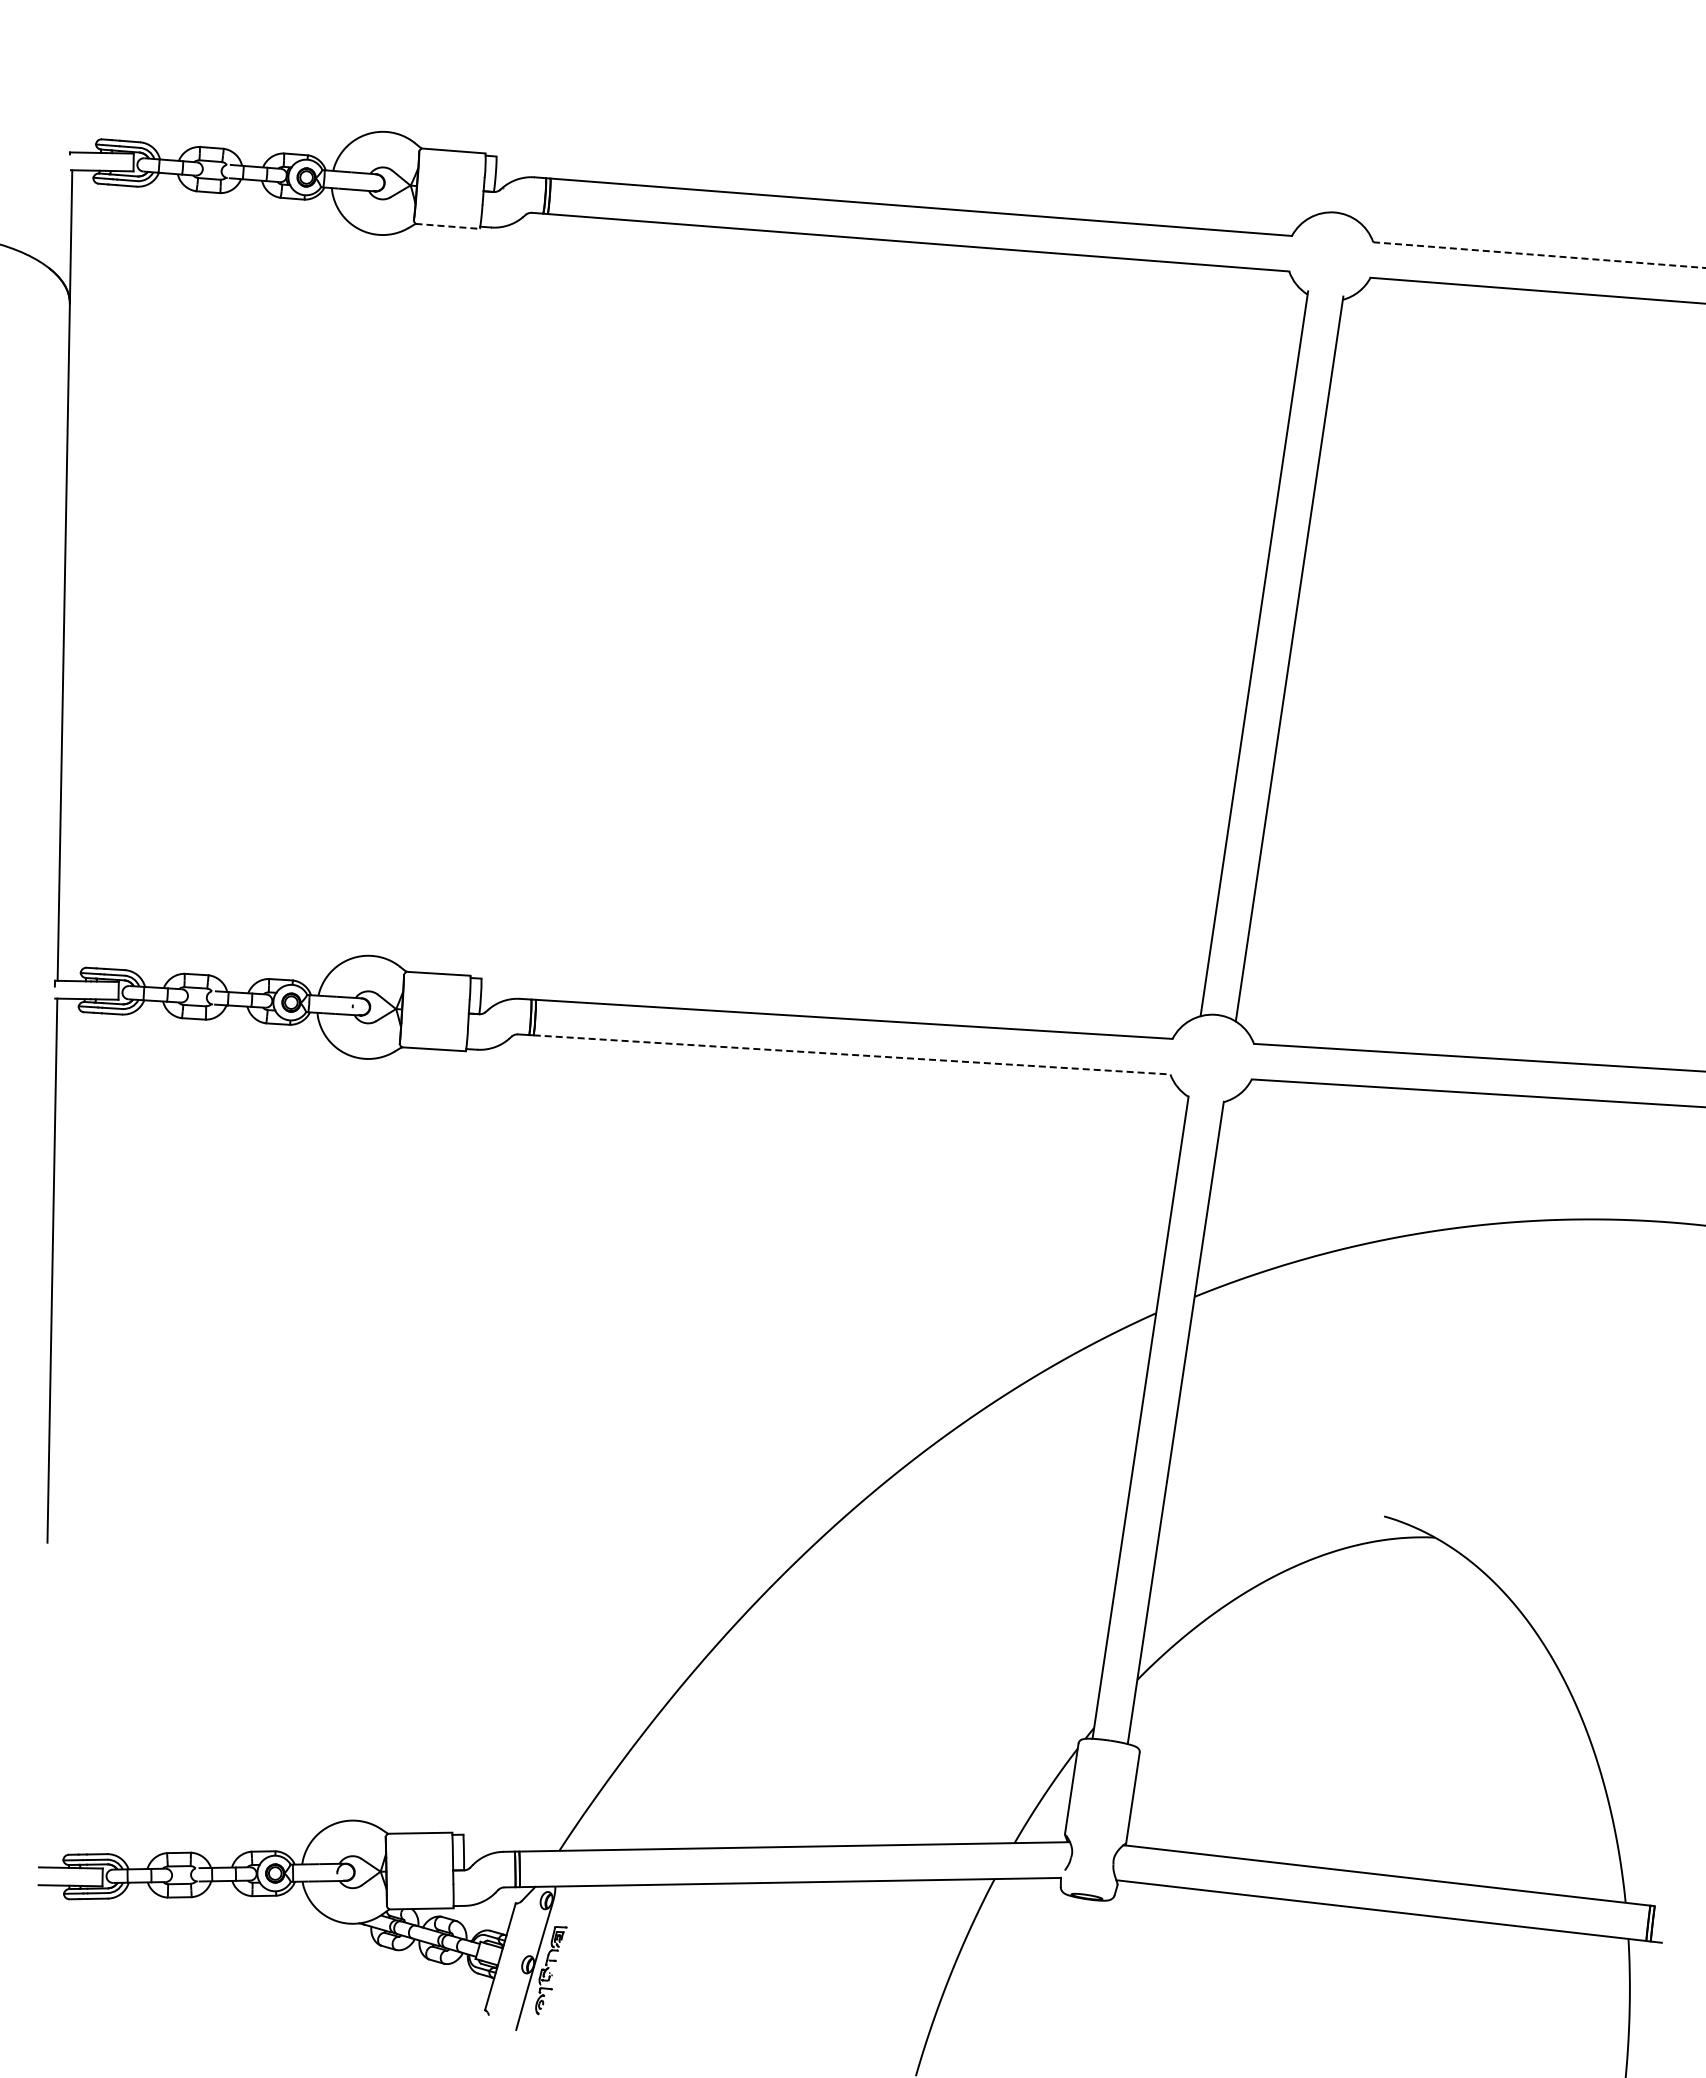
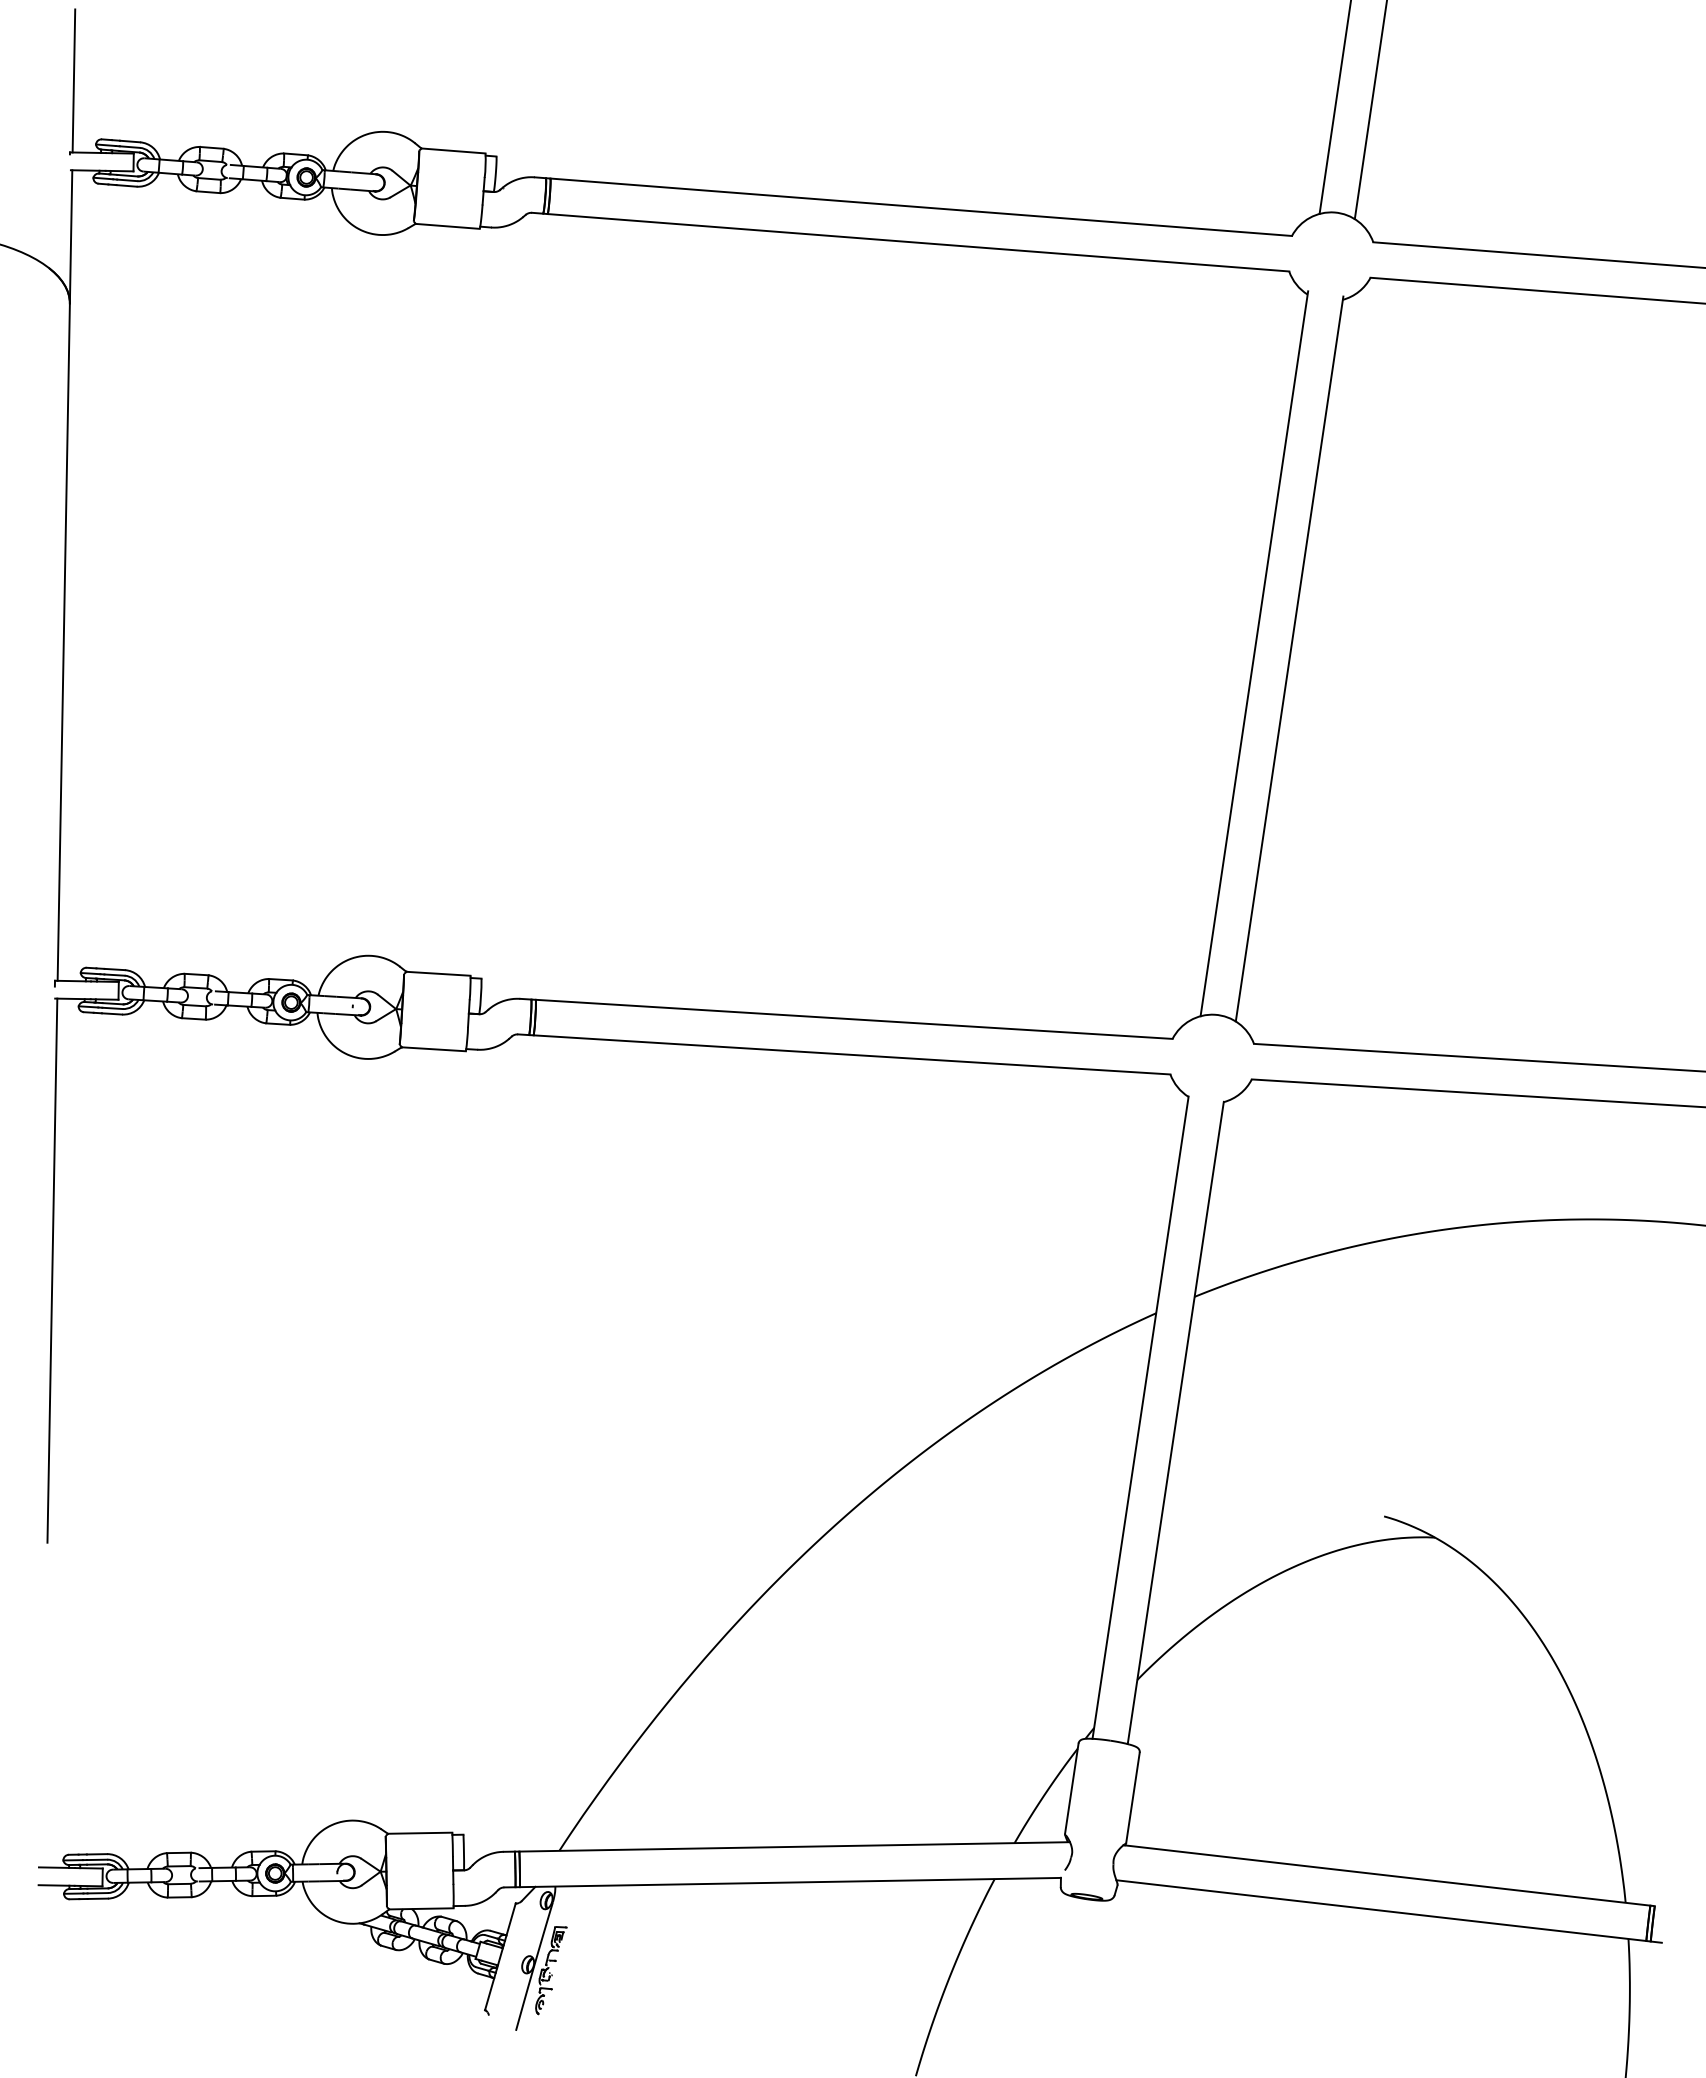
line at (73, 80): none -> present
line at (1334, 107): none -> present
line at (1370, 110): none -> present
line at (448, 226): dashed -> solid
line at (1538, 255): dashed -> solid
line at (852, 1054): dashed -> solid
